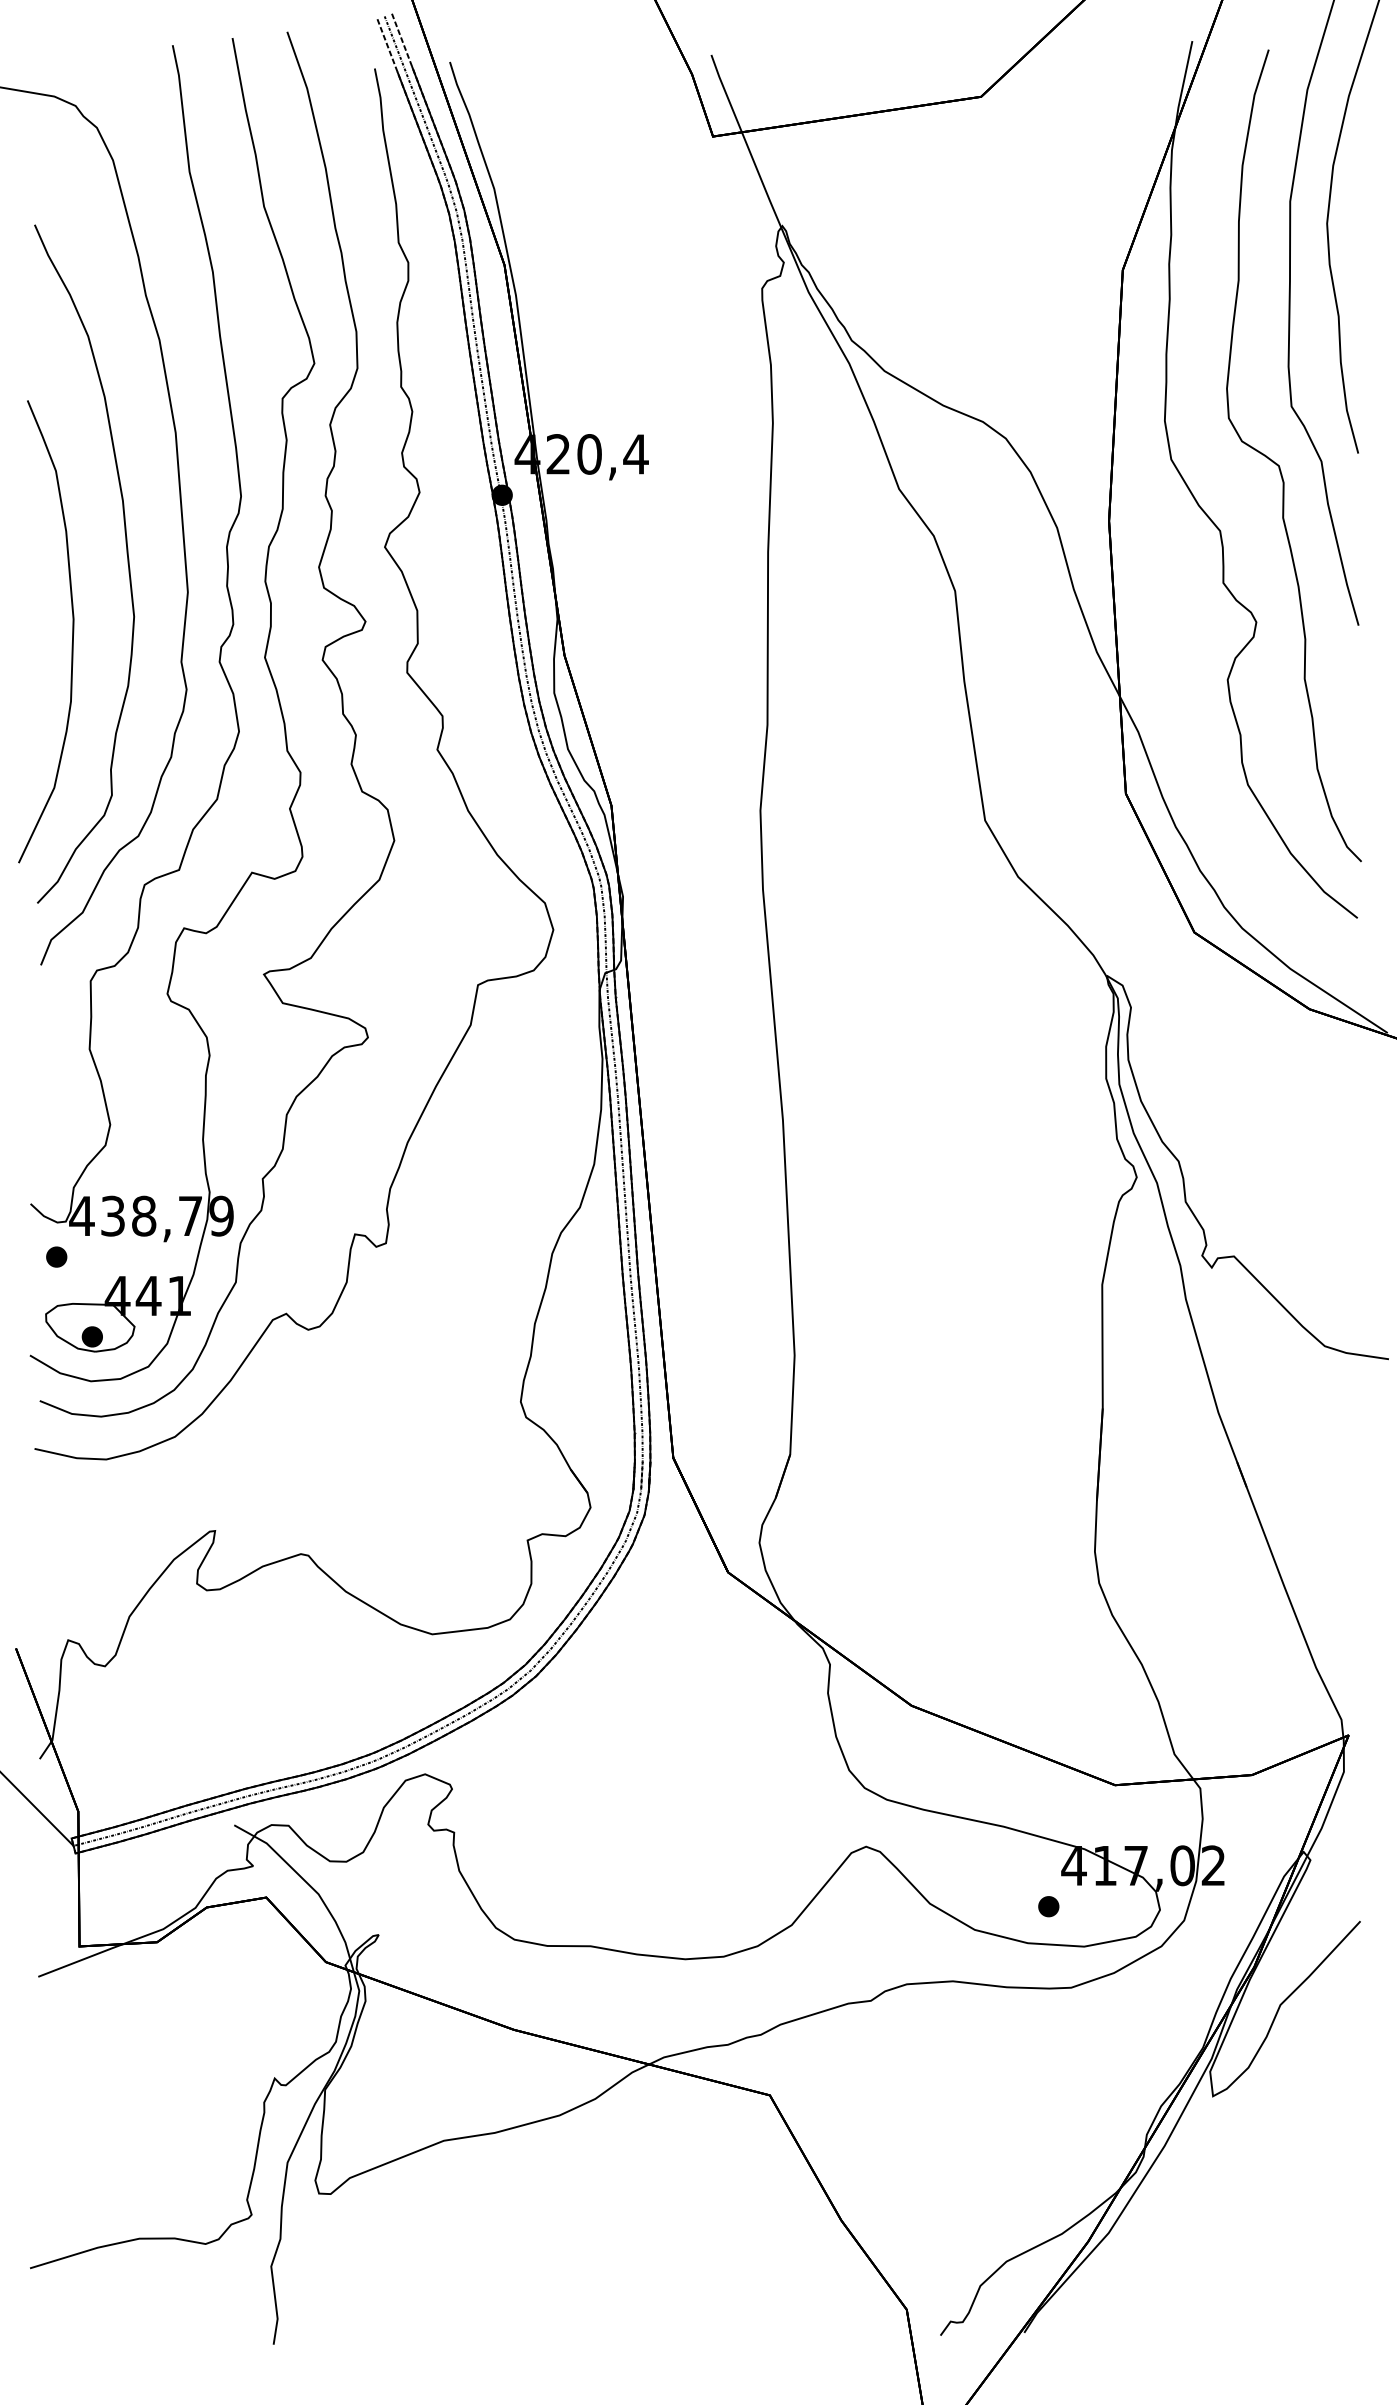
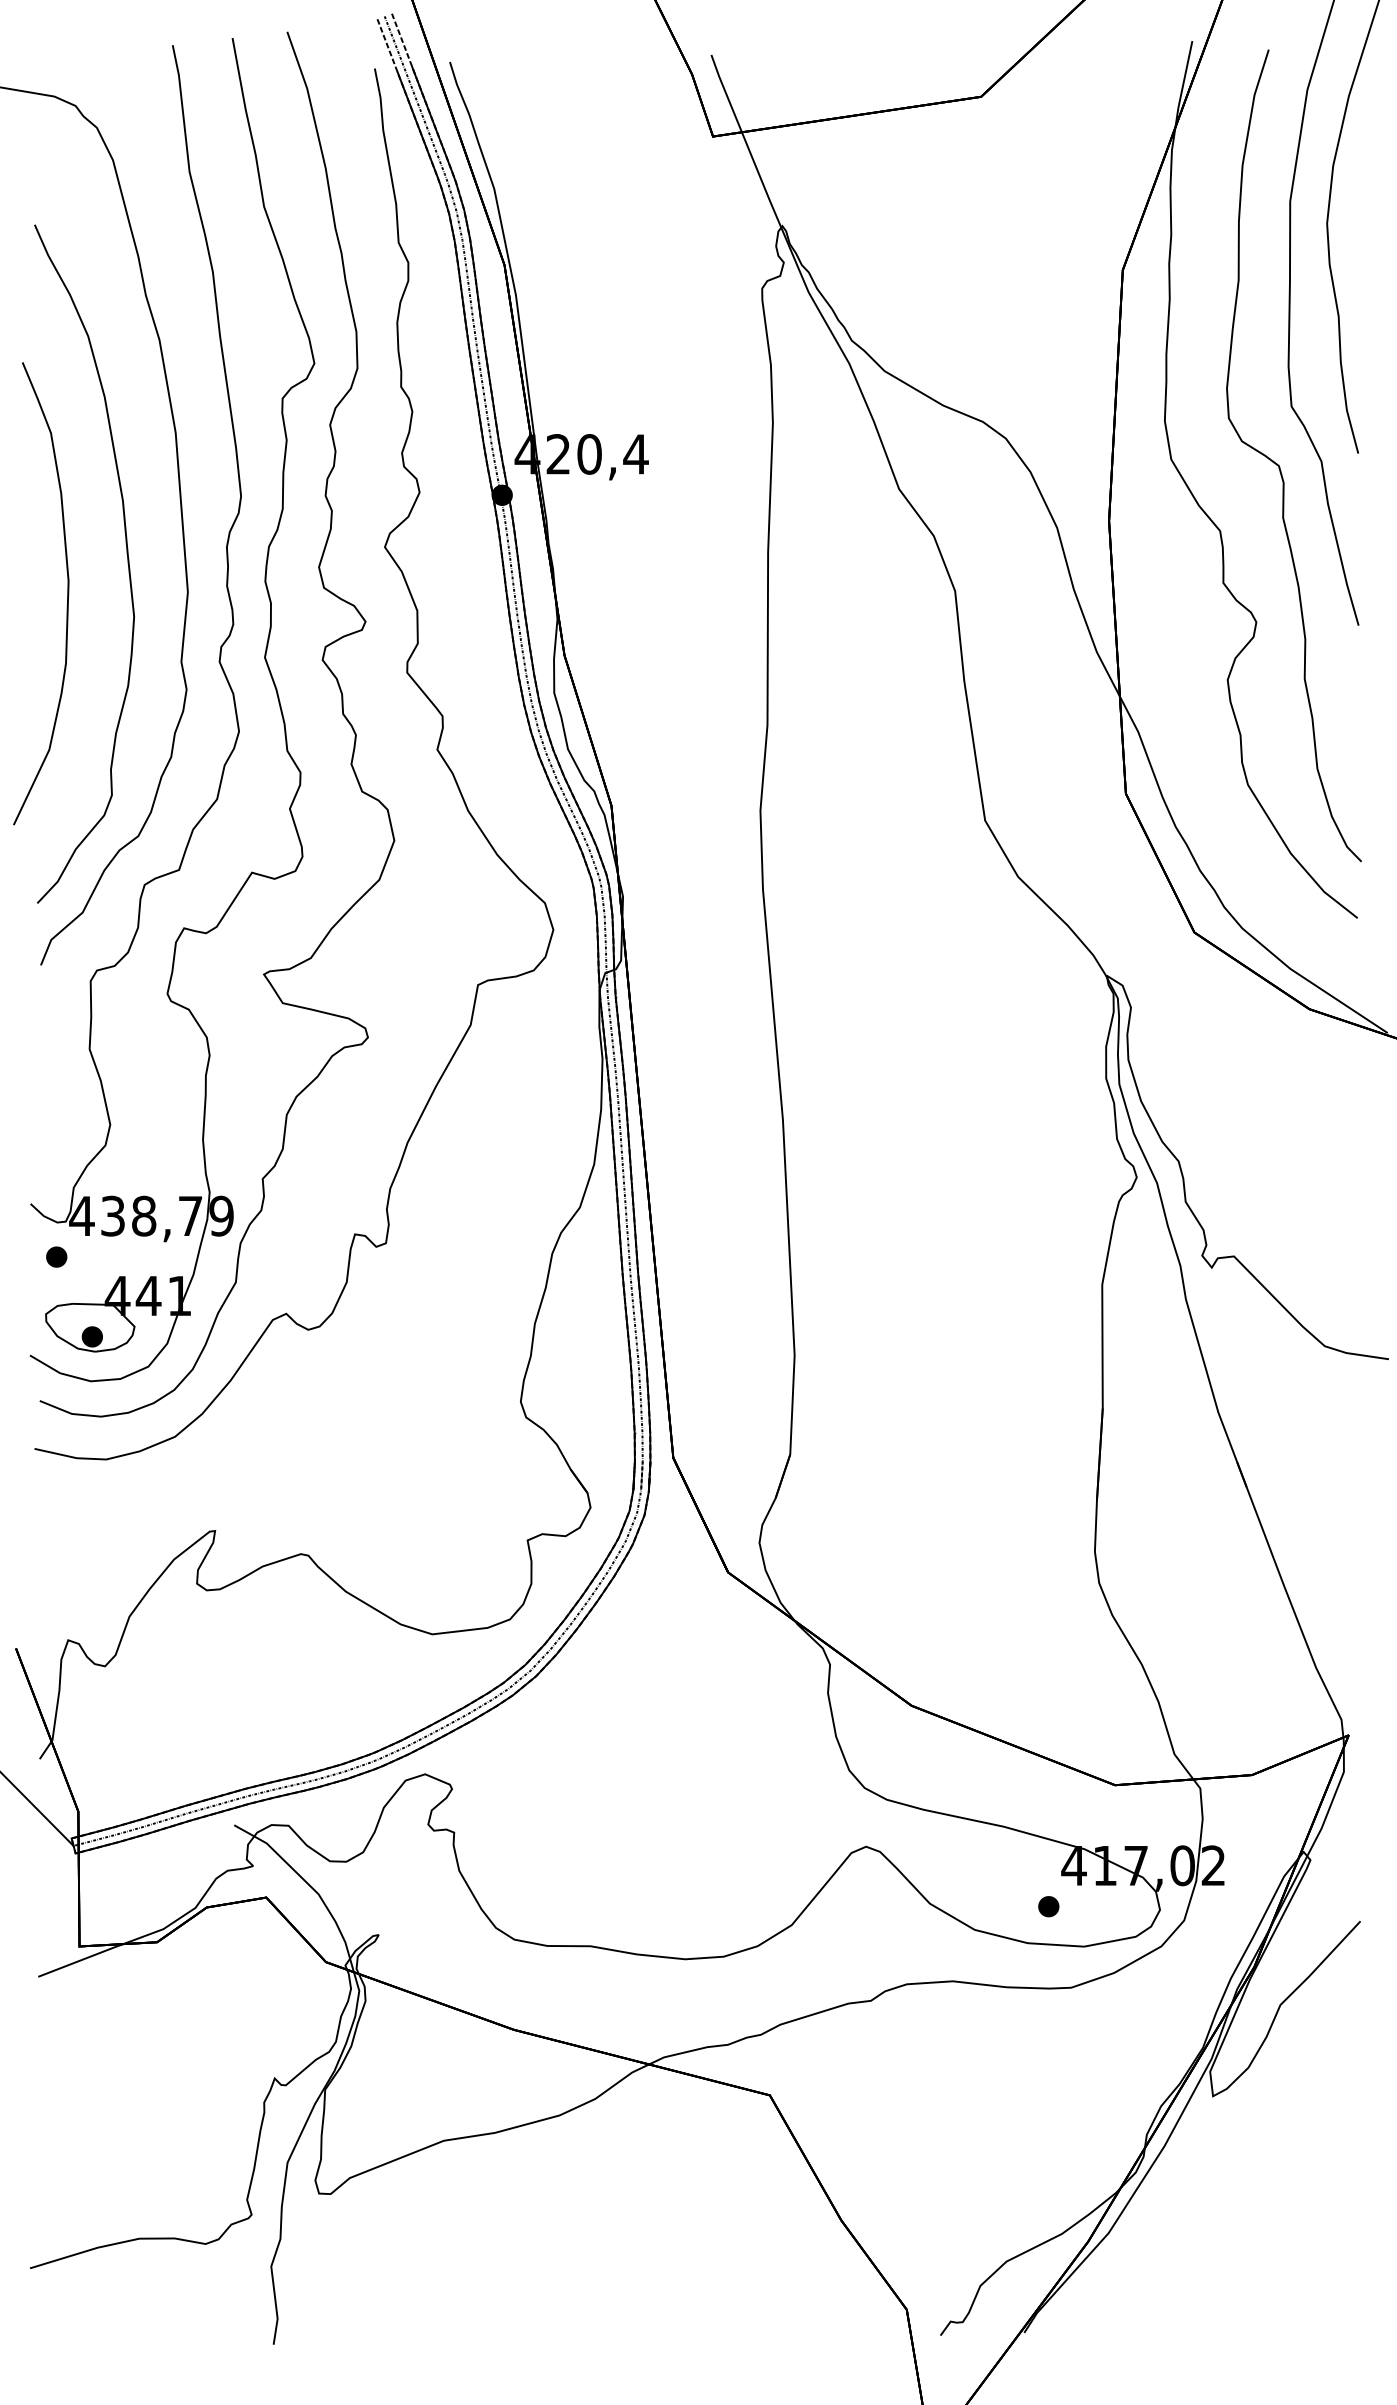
curve at (72, 631) position: (72, 631) -> (67, 593)
